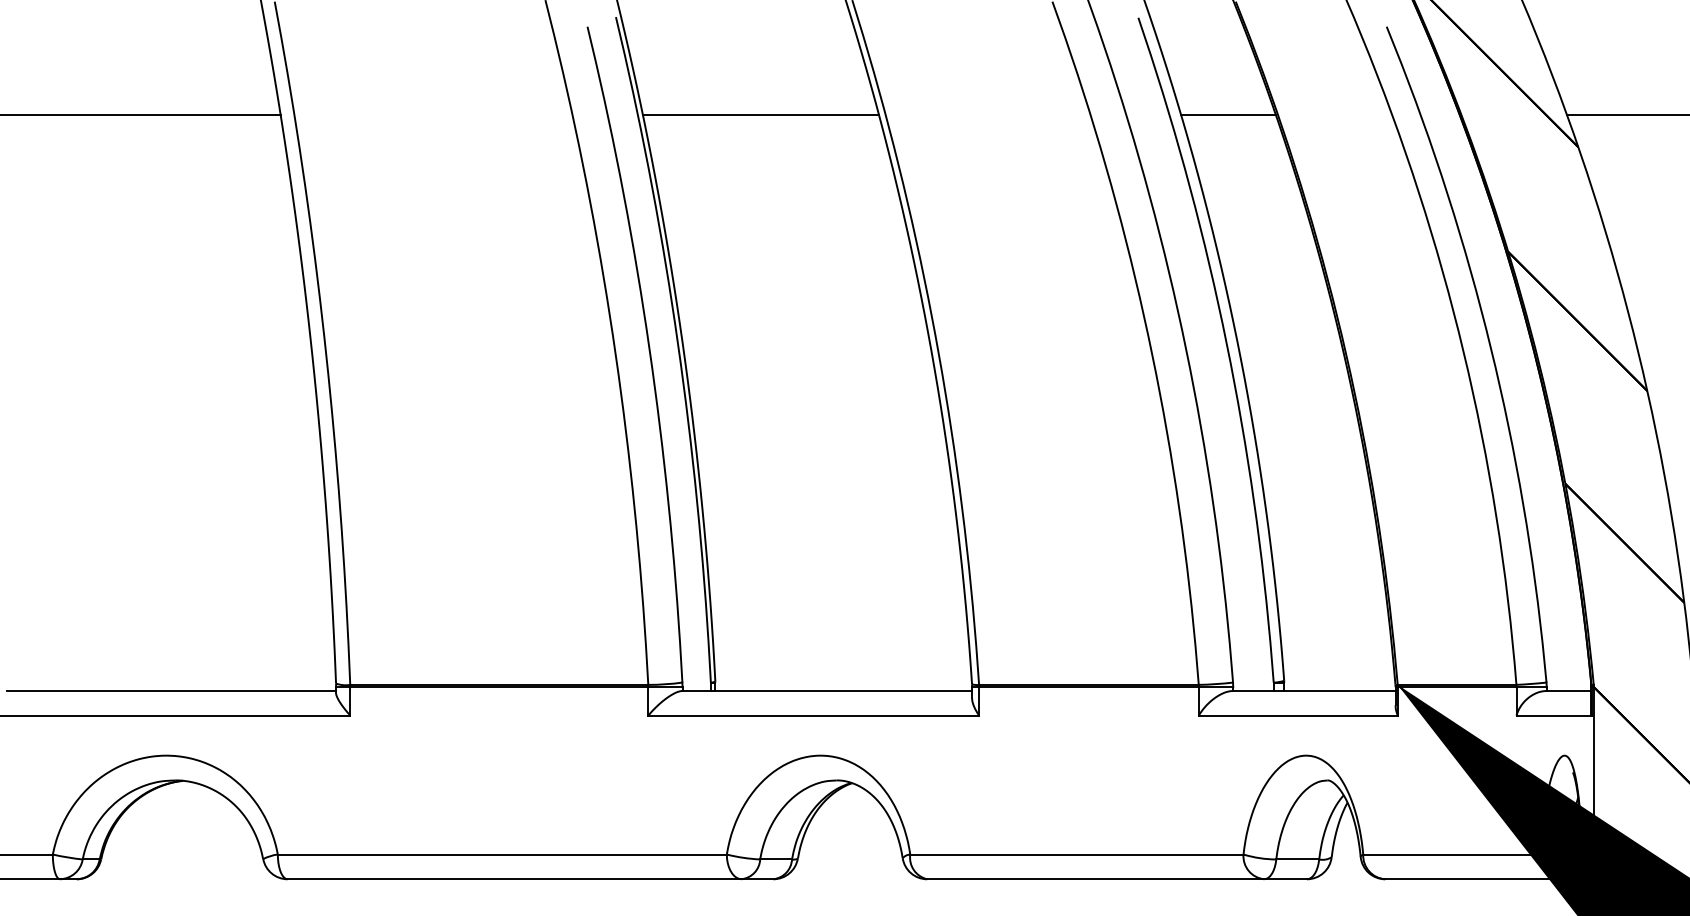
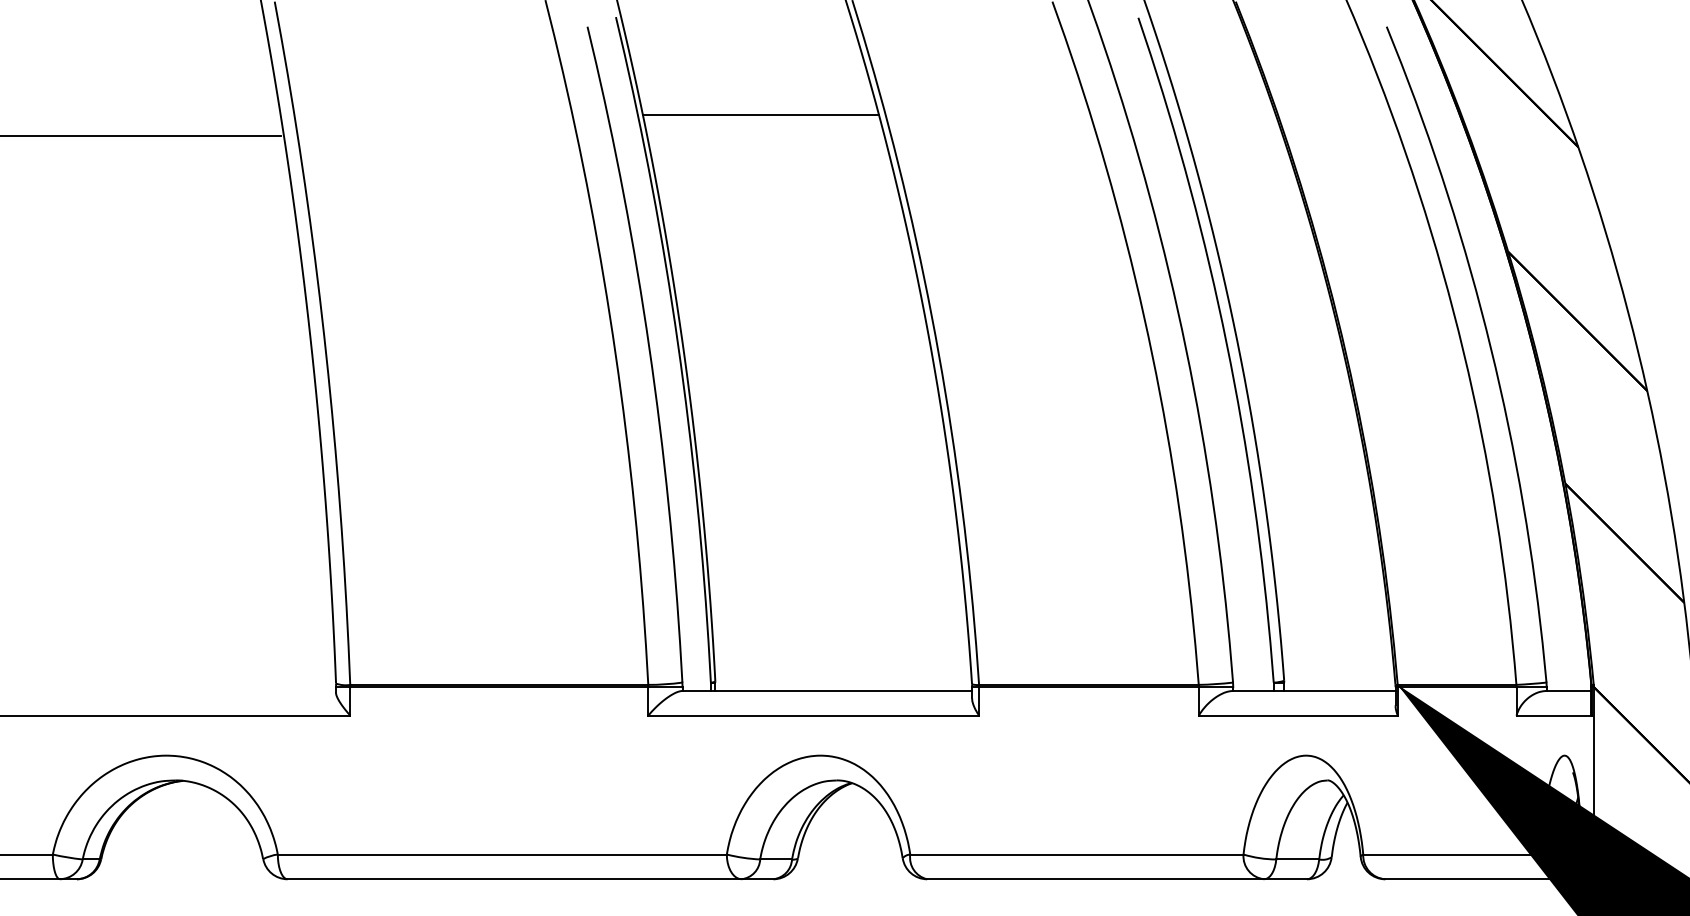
line at (141, 114) position: (141, 114) -> (141, 135)
line at (1227, 114): present -> none
line at (1626, 114): present -> none
line at (171, 690): present -> none
